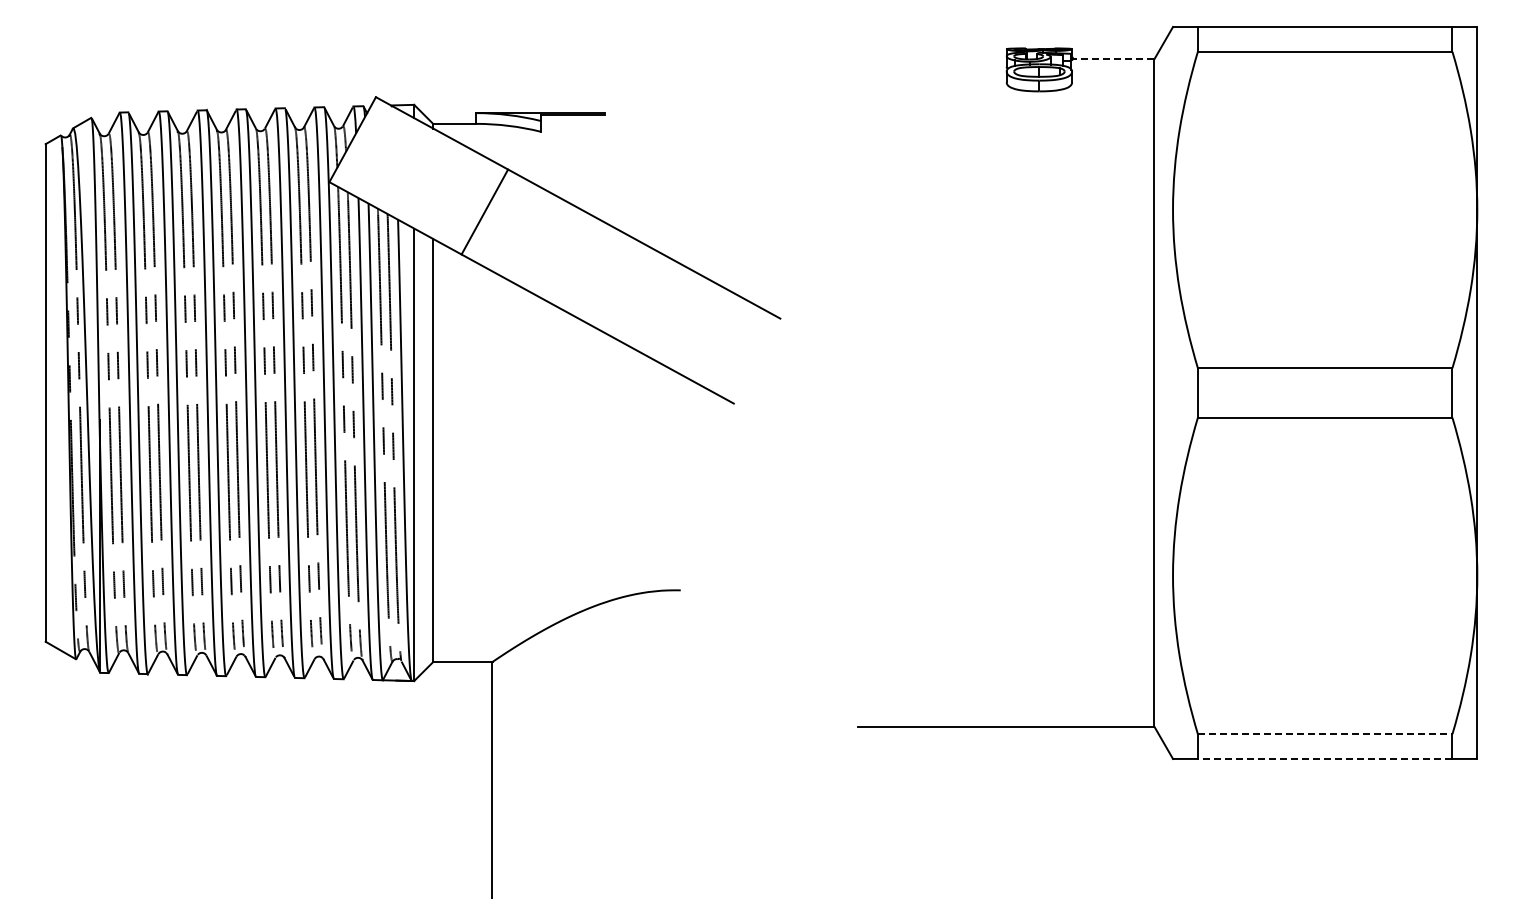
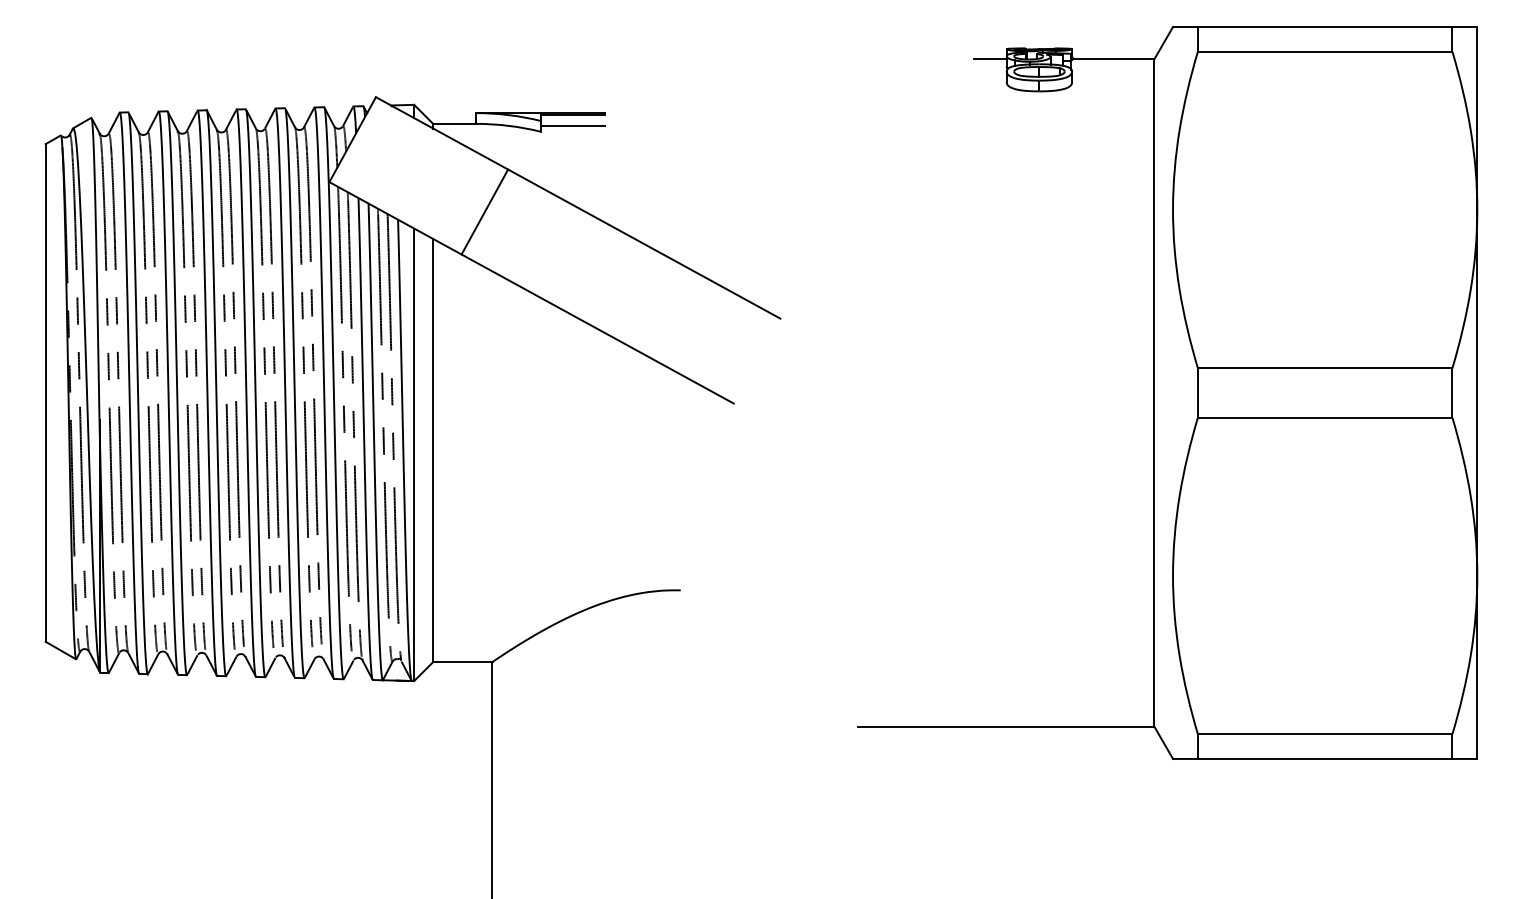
line at (989, 59): none -> present
line at (1112, 59): dashed -> solid
line at (572, 125): none -> present
line at (1325, 734): dashed -> solid
line at (1324, 758): dashed -> solid
